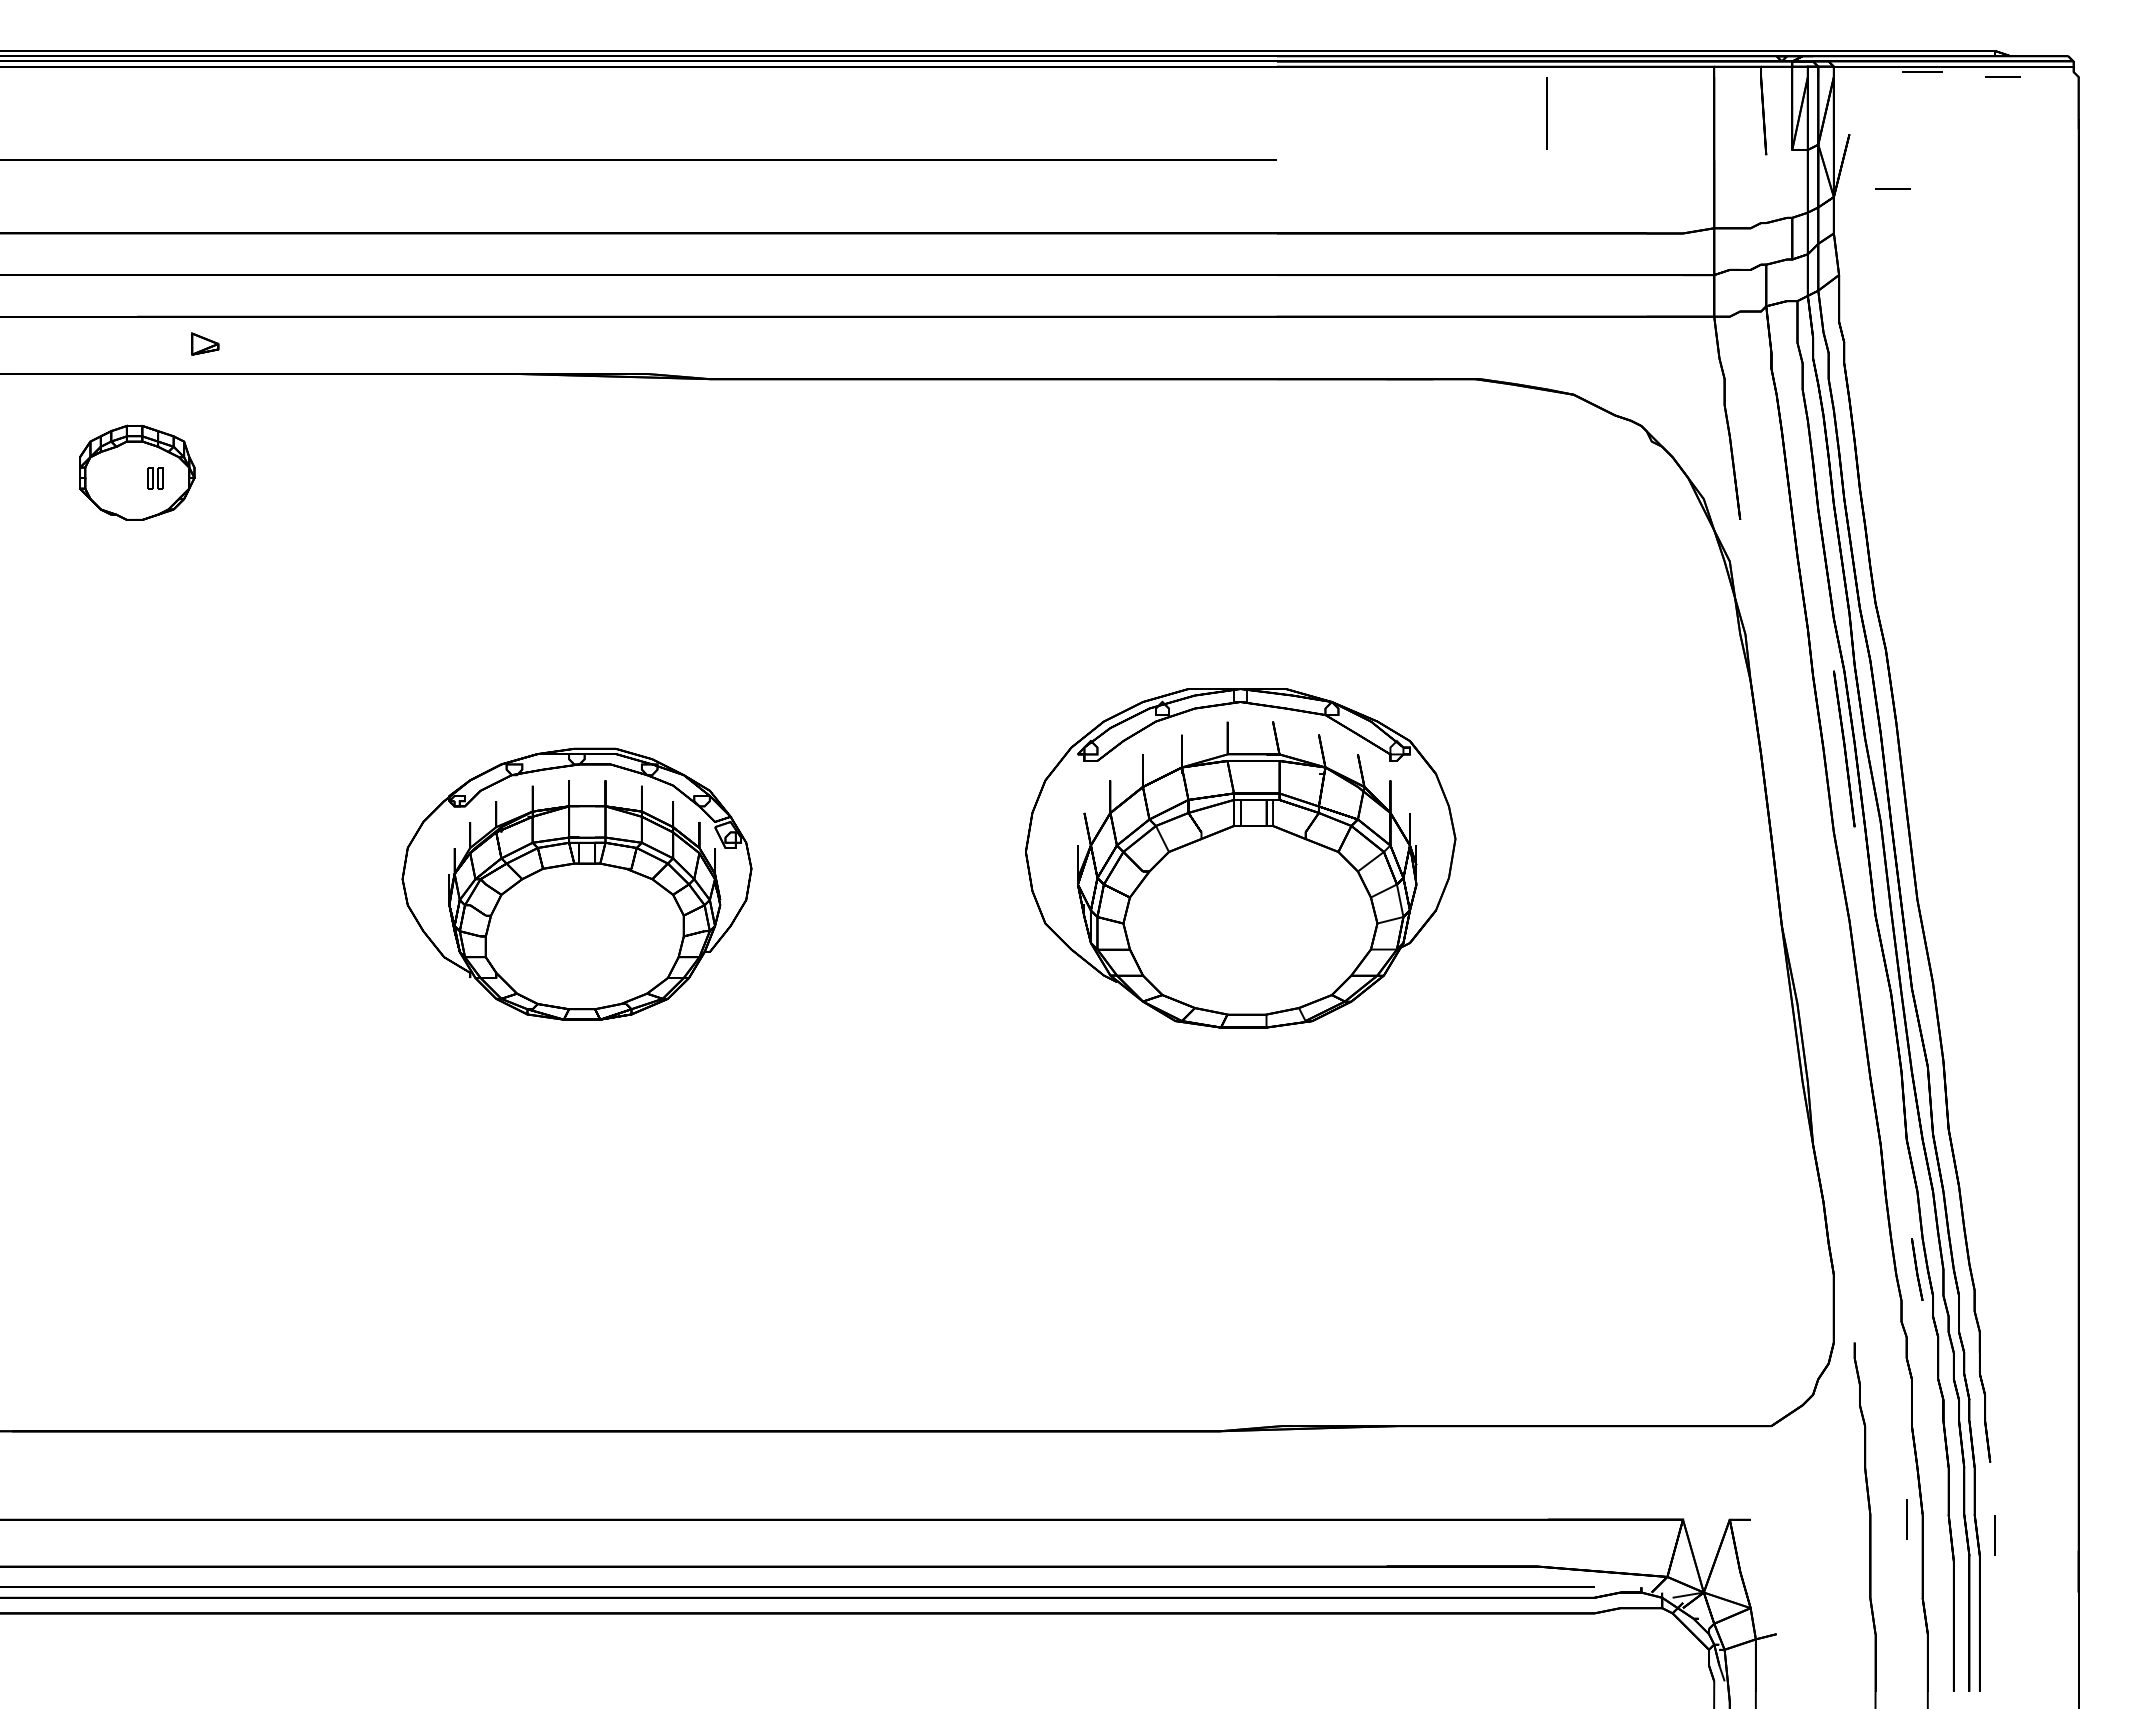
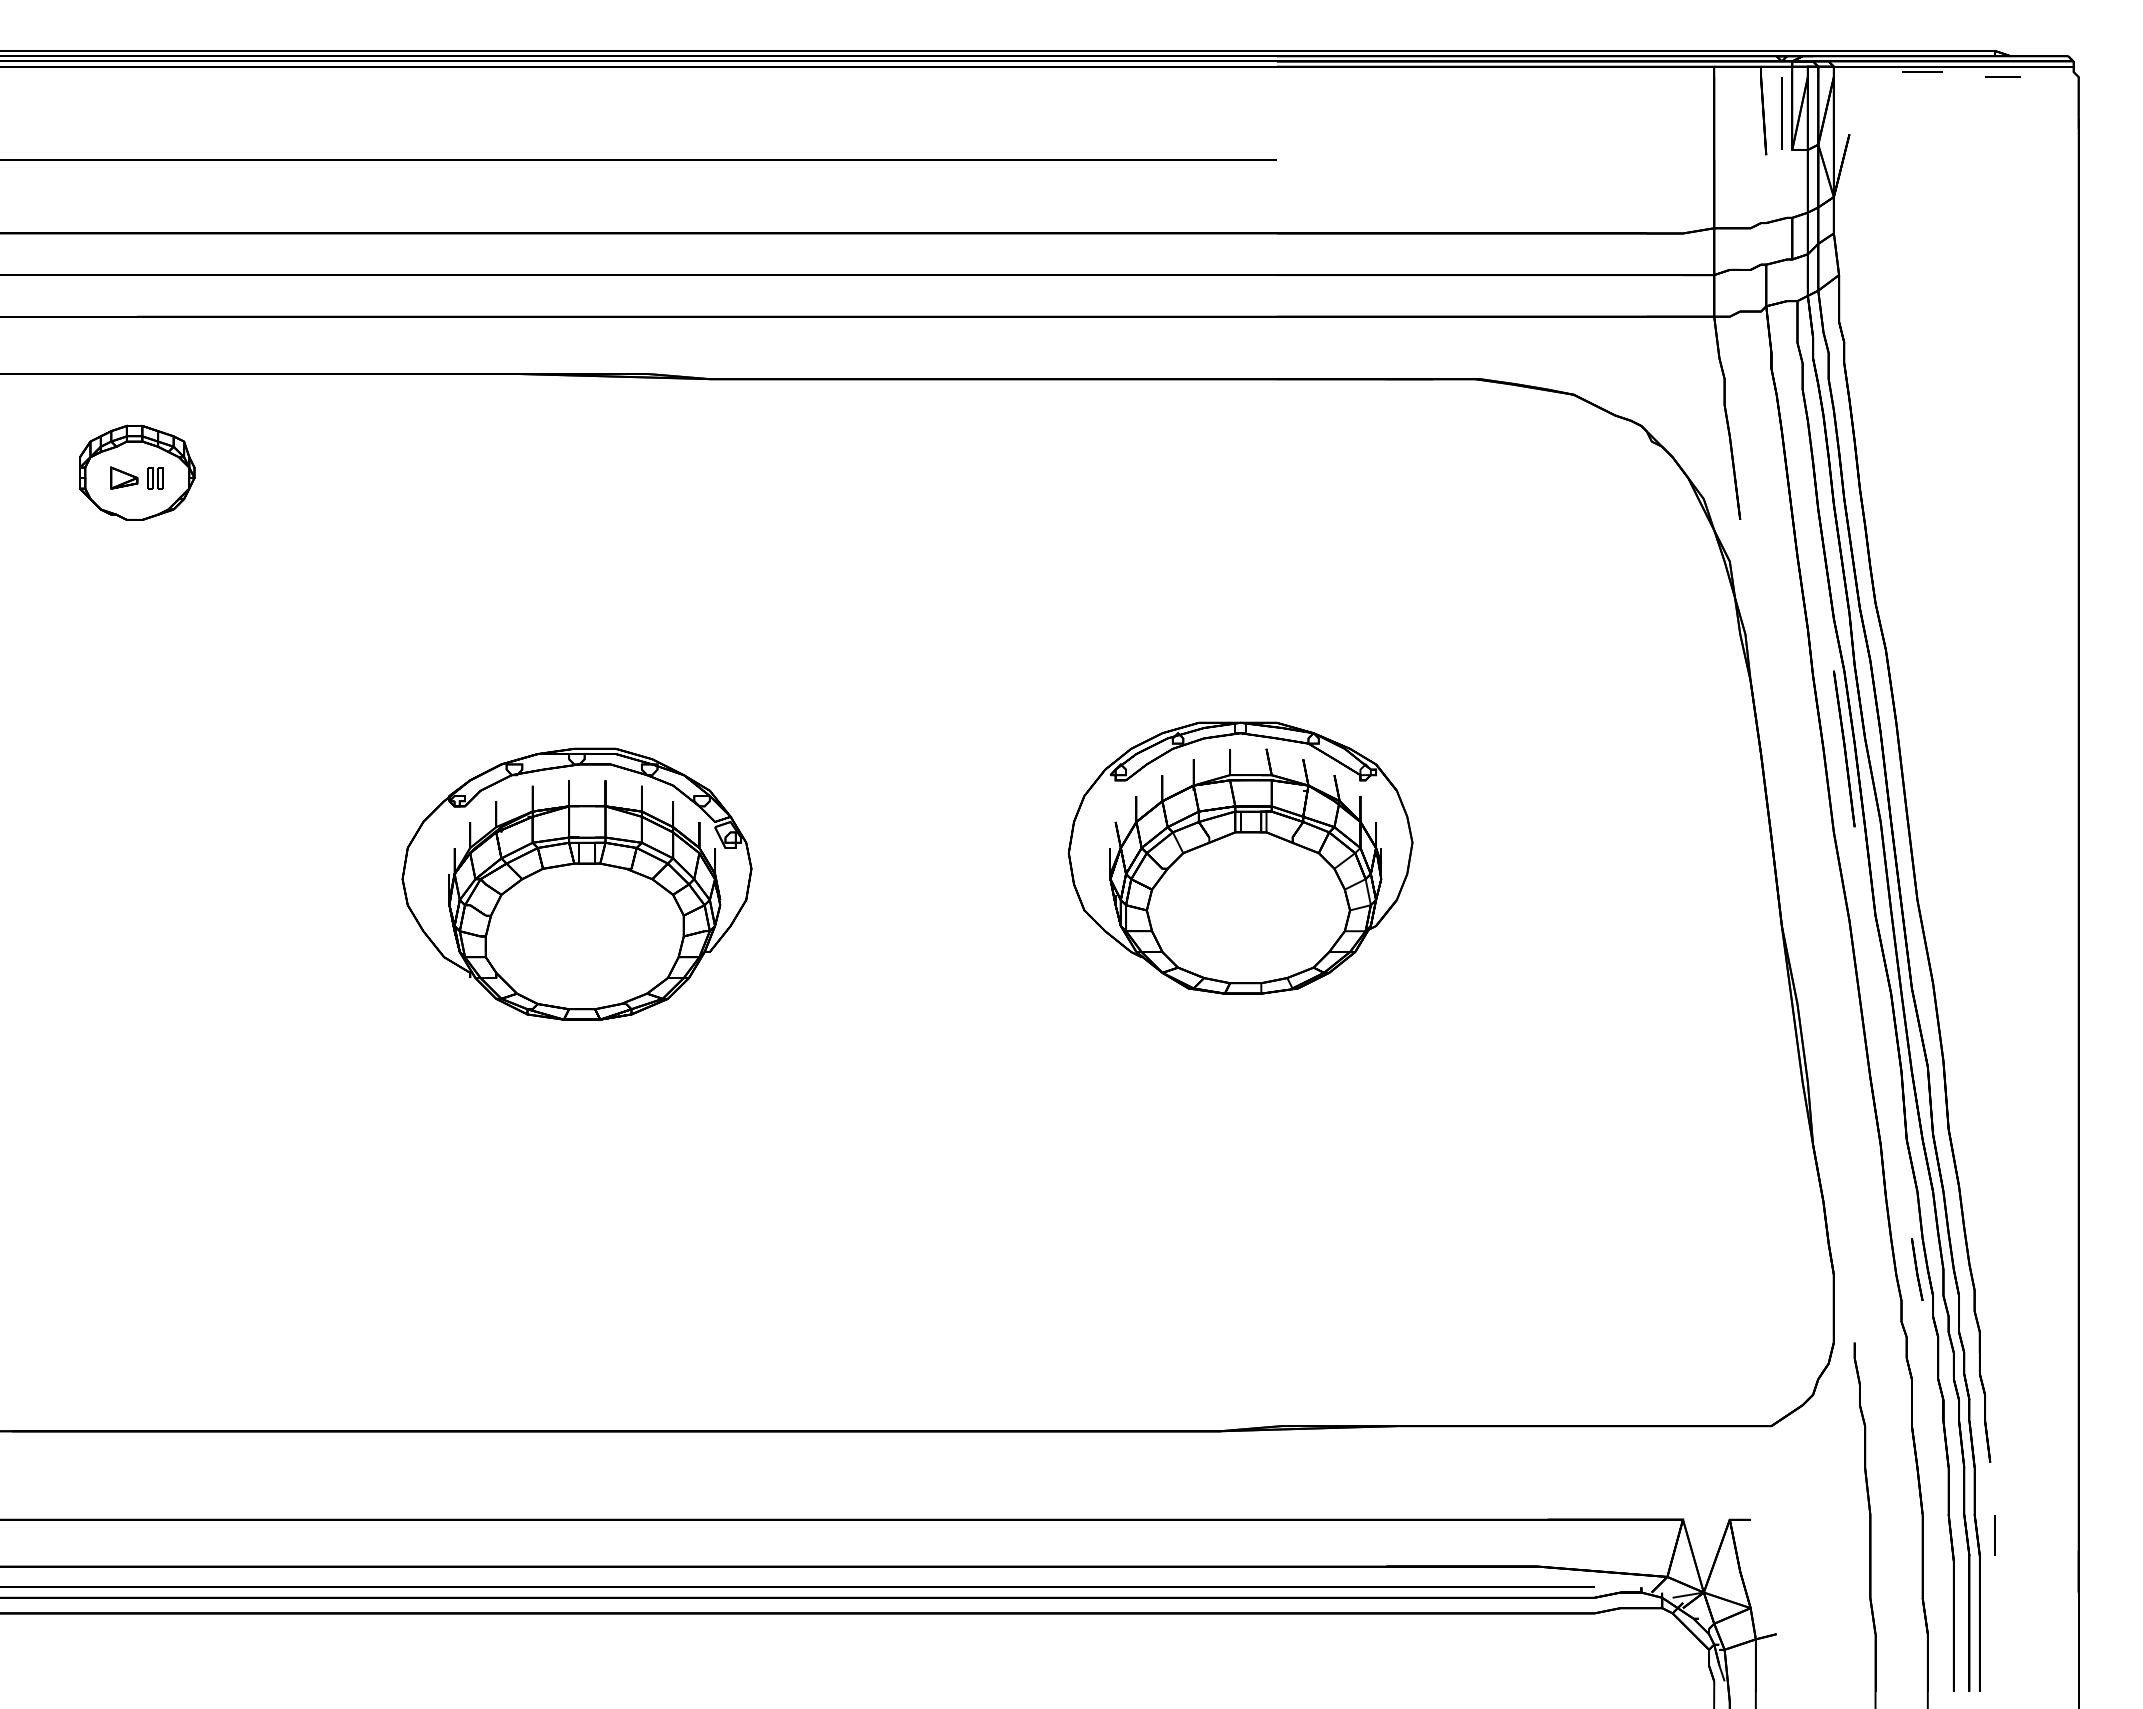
line at (1546, 113) position: (1546, 113) -> (1781, 113)
line at (1892, 188): present -> none
part at (205, 343) position: (205, 343) -> (124, 477)
part at (1240, 858) size: 432x341 px -> 347x274 px
line at (1906, 1519): present -> none
